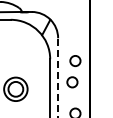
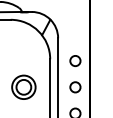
line at (58, 77): dashed -> solid
circle at (72, 82) position: (72, 82) -> (75, 87)
part at (15, 88) position: (15, 88) -> (23, 86)
